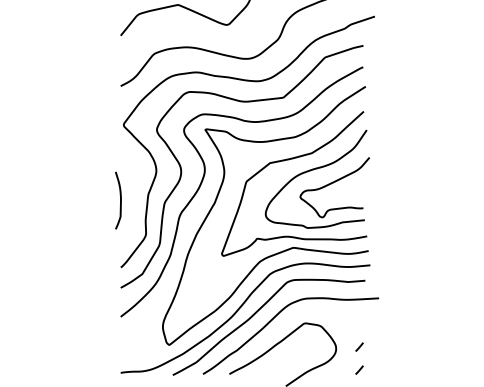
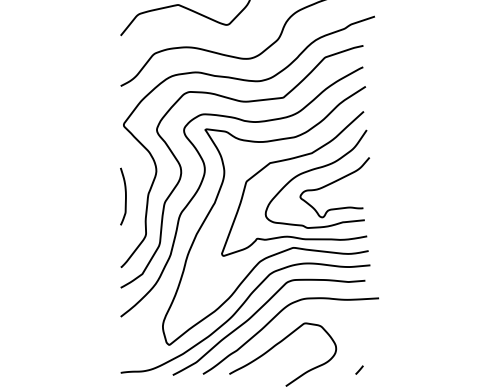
curve at (120, 200) position: (120, 200) -> (125, 196)
curve at (359, 346): present -> none
